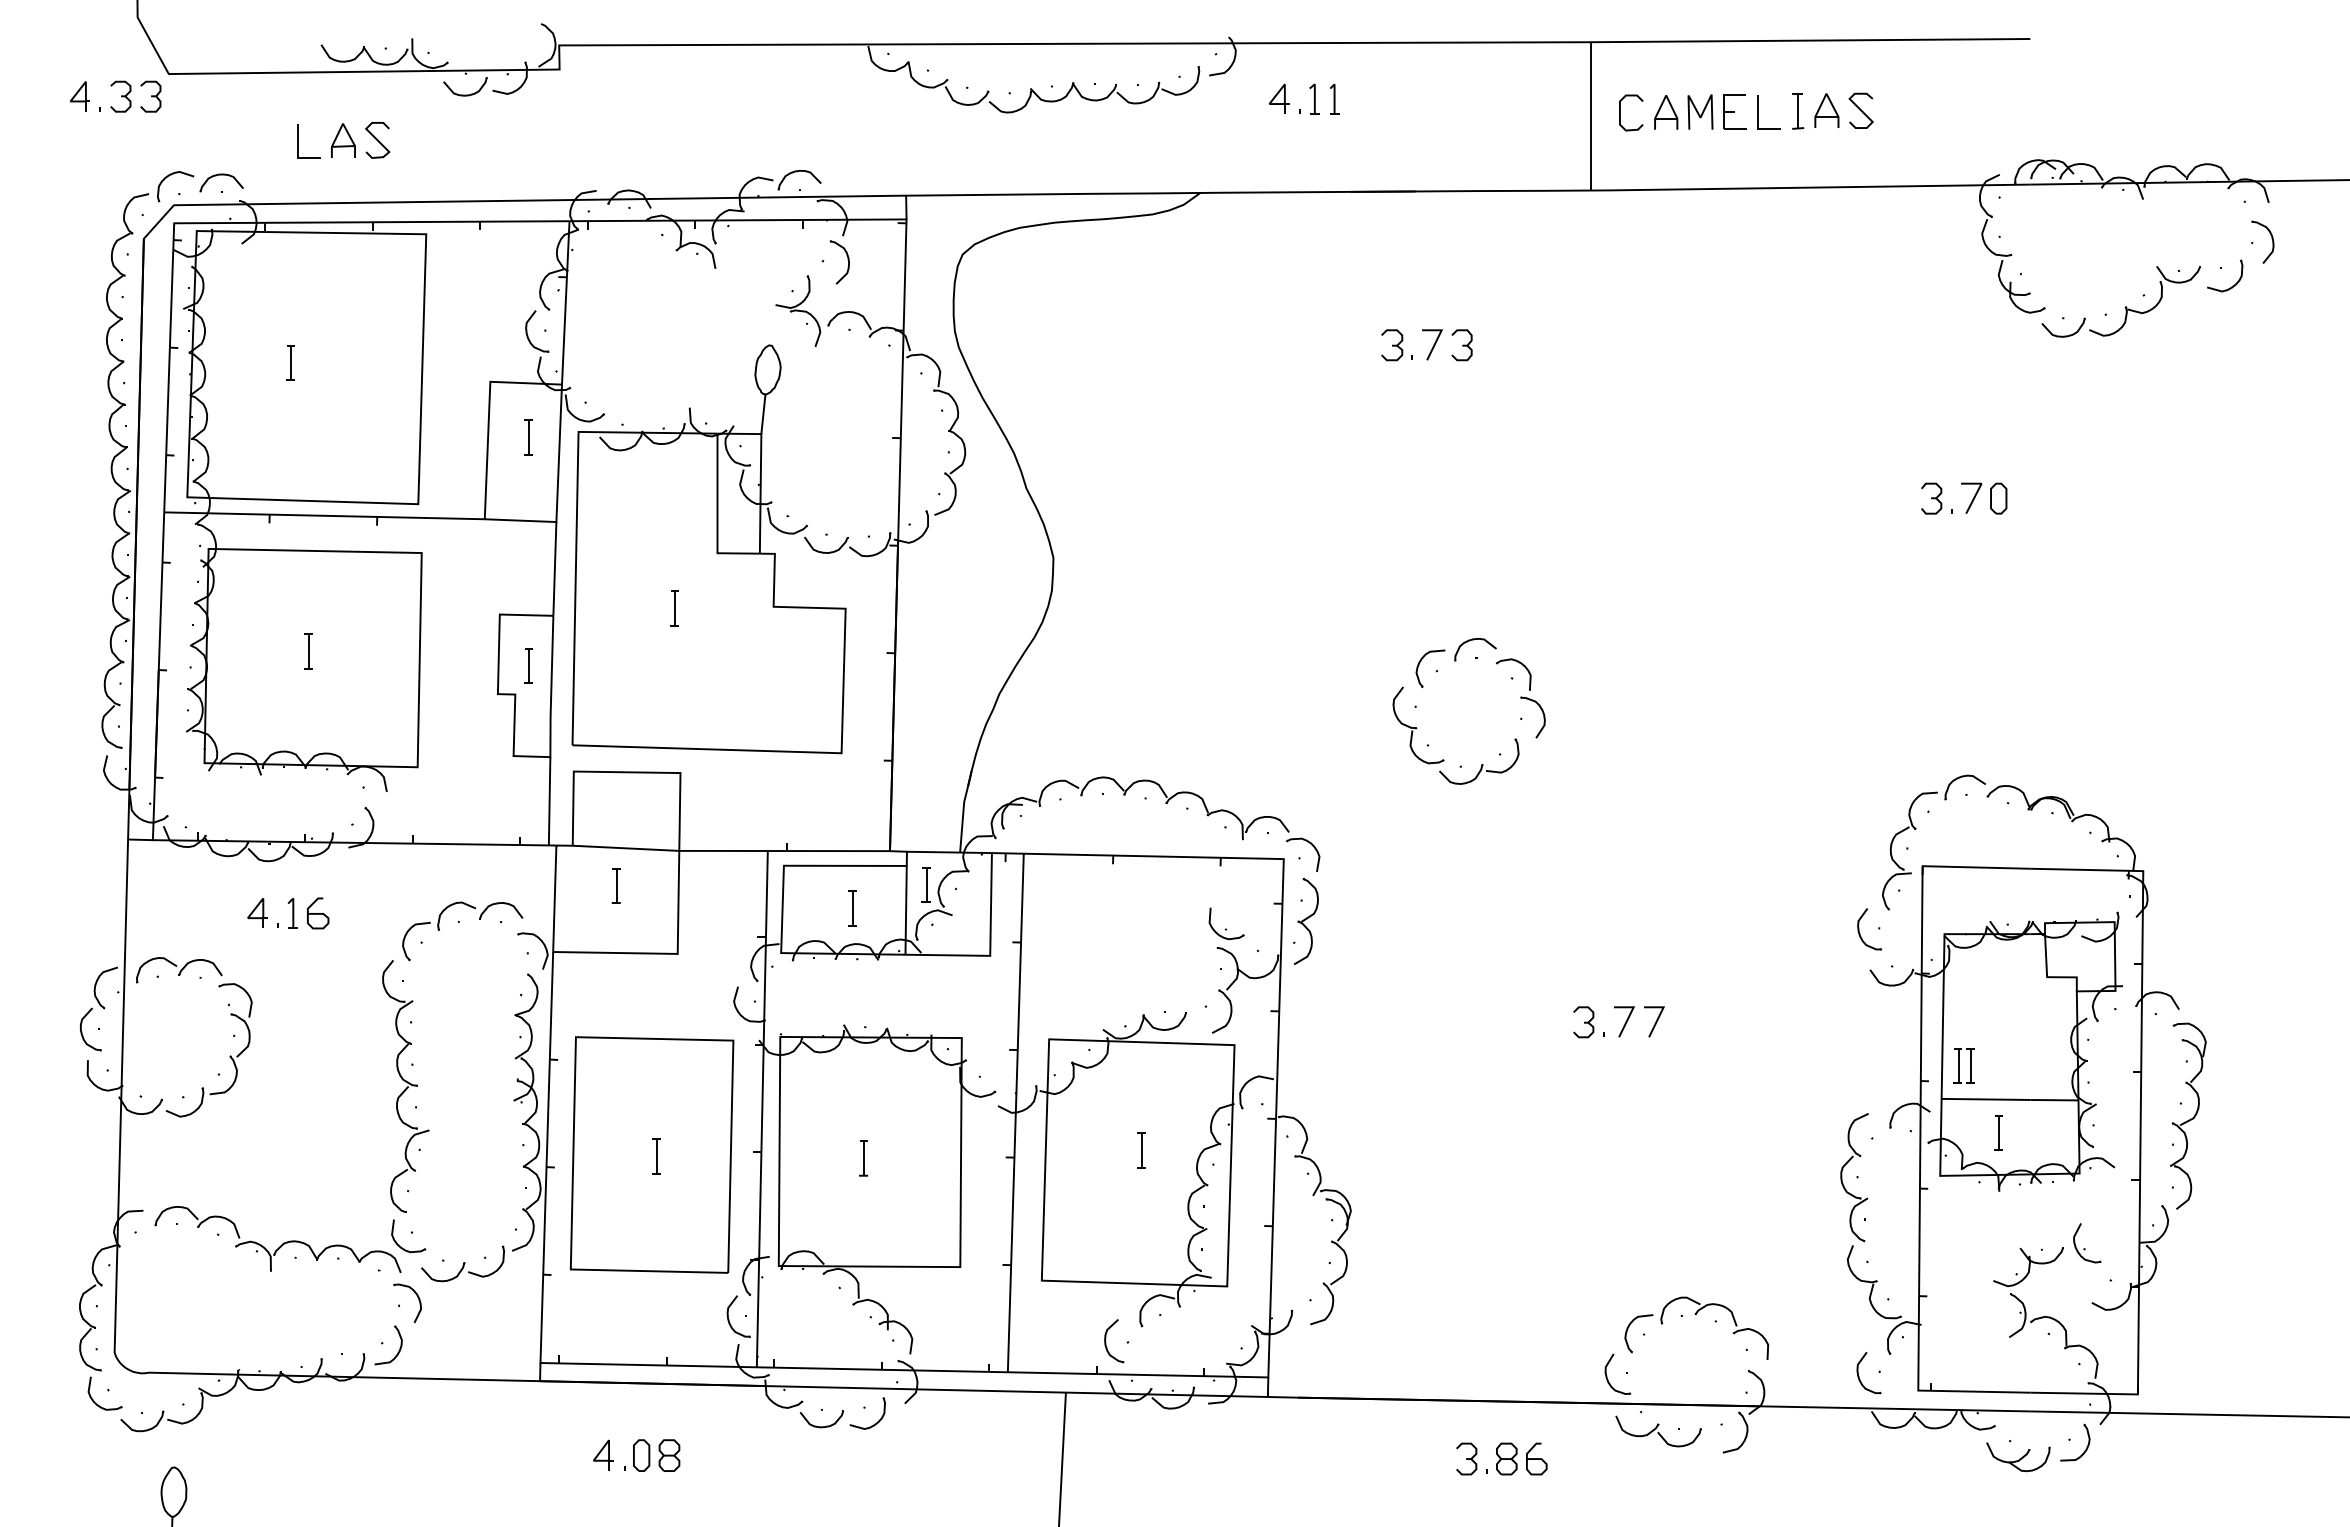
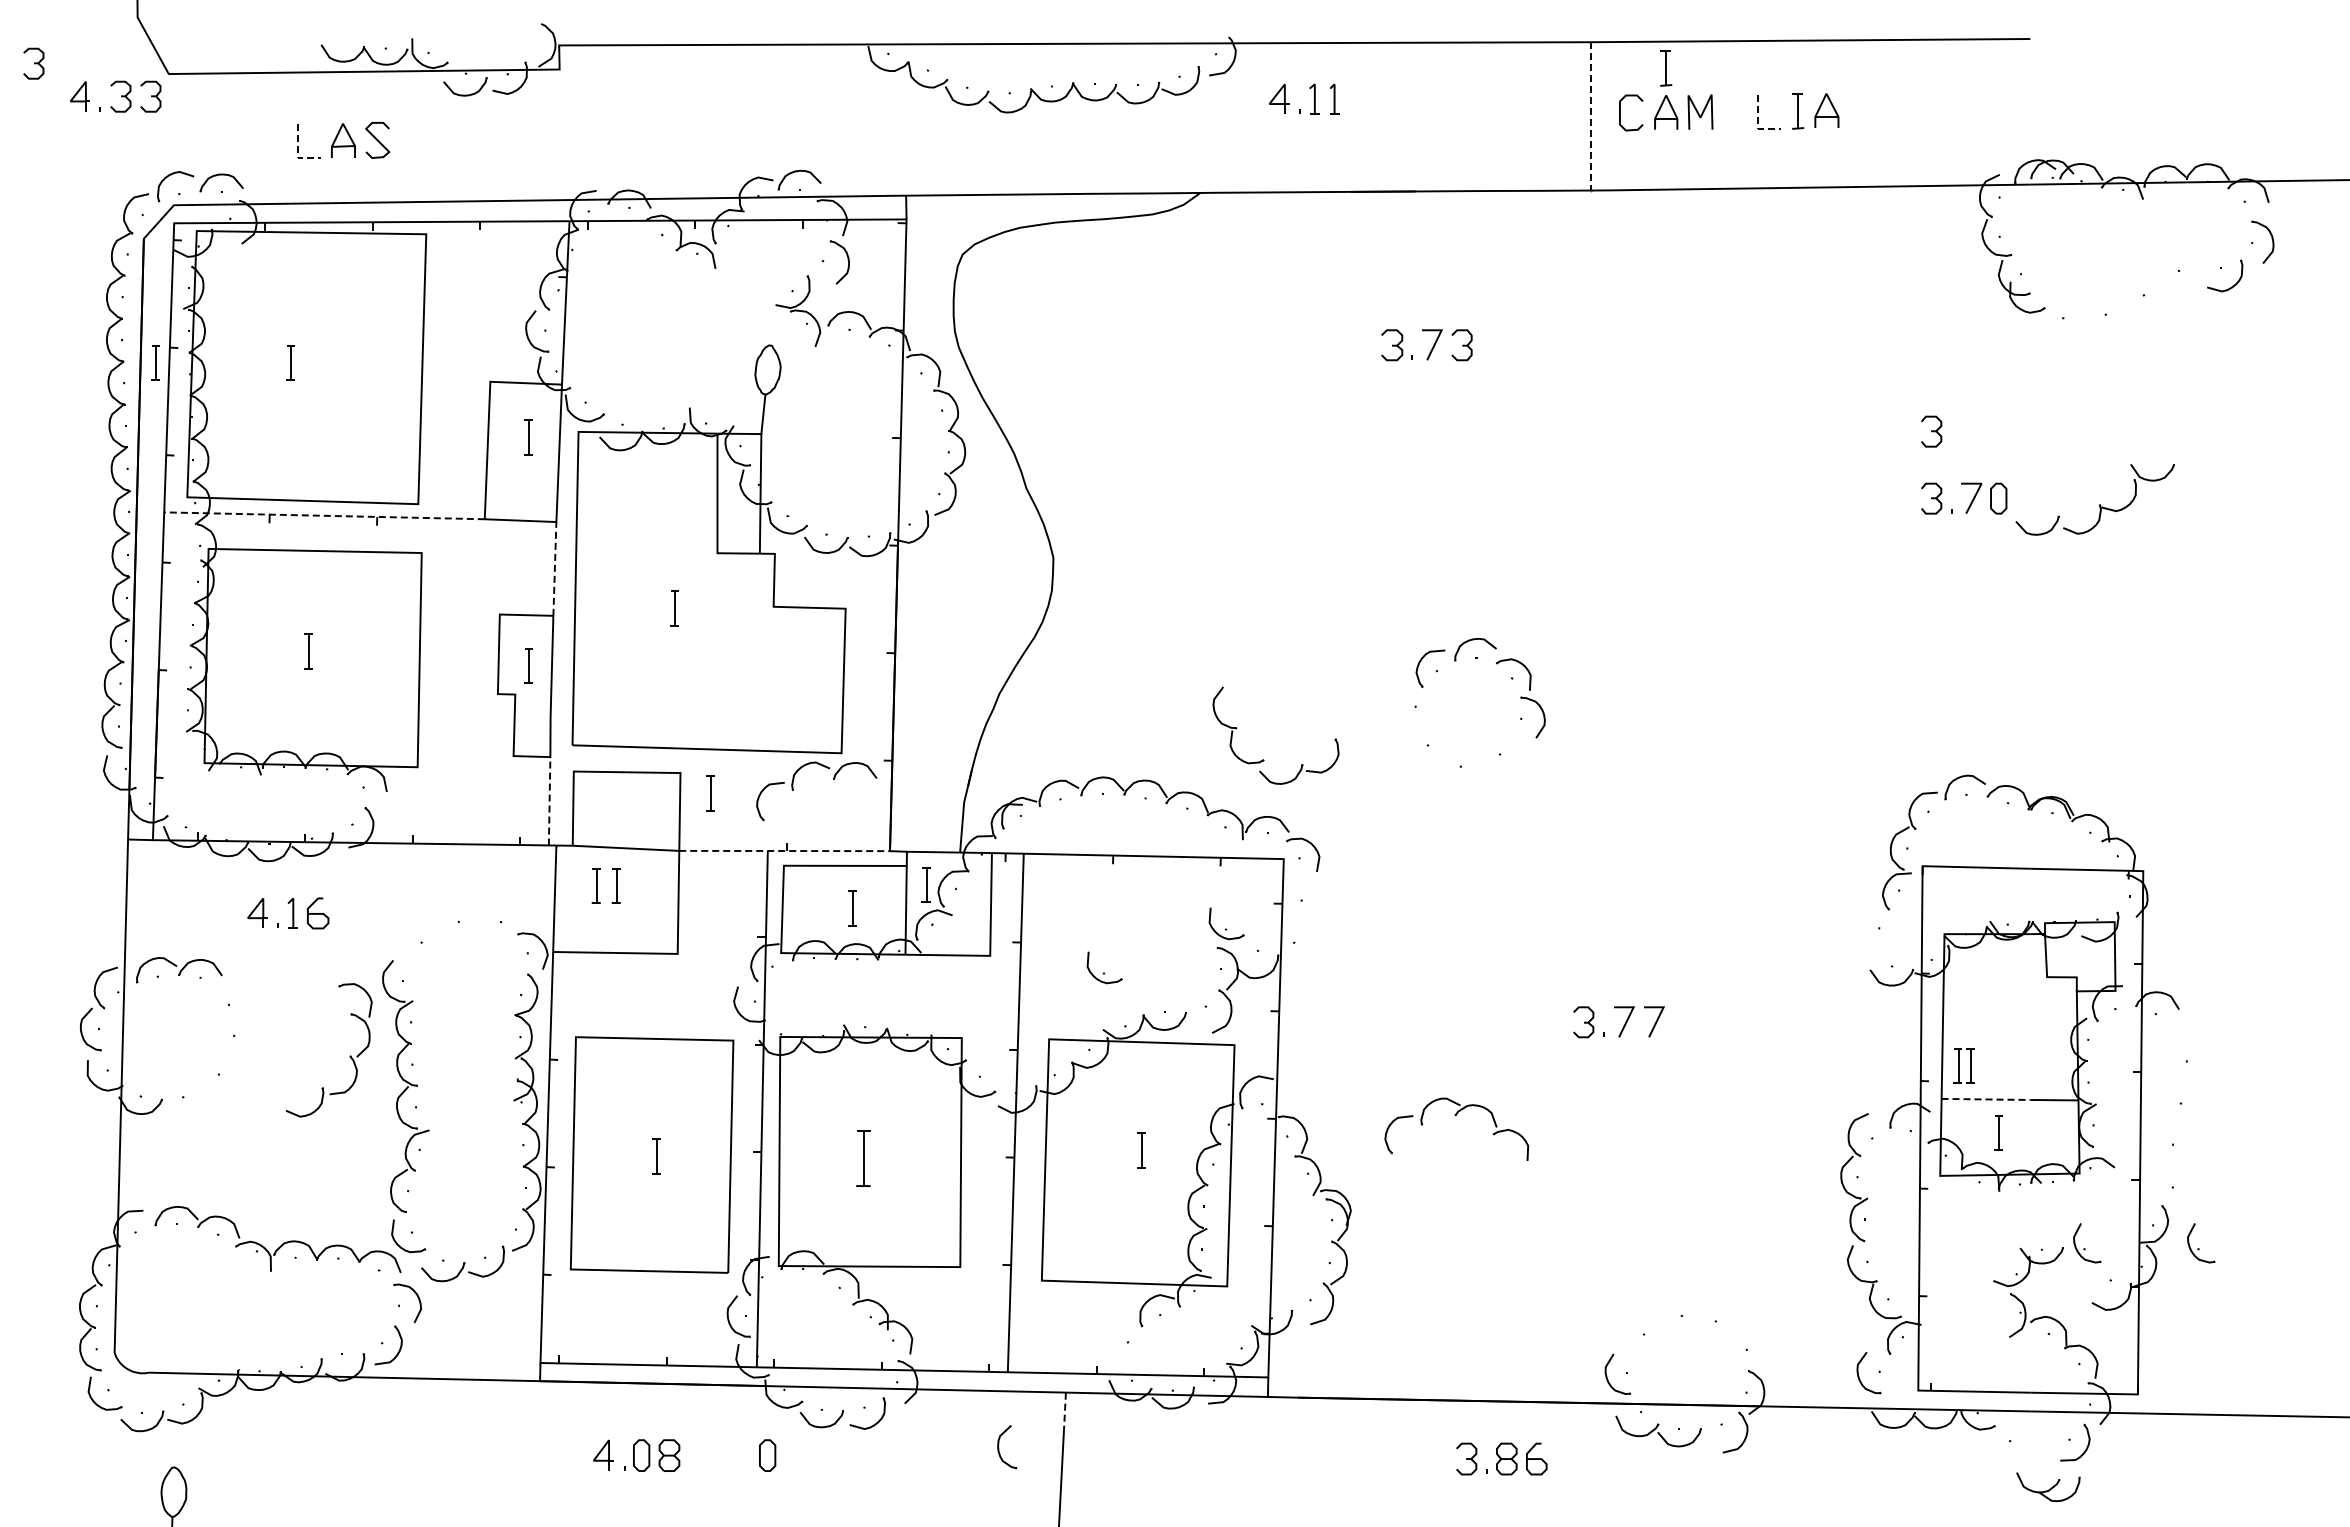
part at (33, 63): none -> present
part at (1666, 68): none -> present
curve at (1860, 110): present -> none
part at (1734, 111): present -> none
line at (1591, 117): solid -> dashed
line at (1757, 124): solid -> dashed
line at (297, 153): solid -> dashed
part at (2125, 306) position: (2125, 306) -> (2099, 504)
part at (155, 362): none -> present
part at (1931, 431): none -> present
line at (322, 515): solid -> dashed
line at (554, 568): solid -> dashed
part at (1443, 759) position: (1443, 759) -> (1263, 759)
part at (710, 793): none -> present
line at (549, 801): solid -> dashed
line at (784, 851): solid -> dashed
part at (595, 885): none -> present
part at (479, 919) position: (479, 919) -> (833, 779)
part at (1305, 921): present -> none
part at (1860, 933): present -> none
part at (1104, 967): none -> present
part at (229, 1056) position: (229, 1056) -> (349, 1056)
line at (1985, 1099): solid -> dashed
part at (2187, 1115): present -> none
part at (863, 1158) size: 10x37 px -> 15x57 px
part at (2201, 1243): none -> present
part at (1696, 1315) position: (1696, 1315) -> (1456, 1116)
part at (1106, 1341) position: (1106, 1341) -> (999, 1447)
line at (1064, 1411): solid -> dashed
part at (767, 1455): none -> present
part at (2018, 1457) position: (2018, 1457) -> (2048, 1487)
